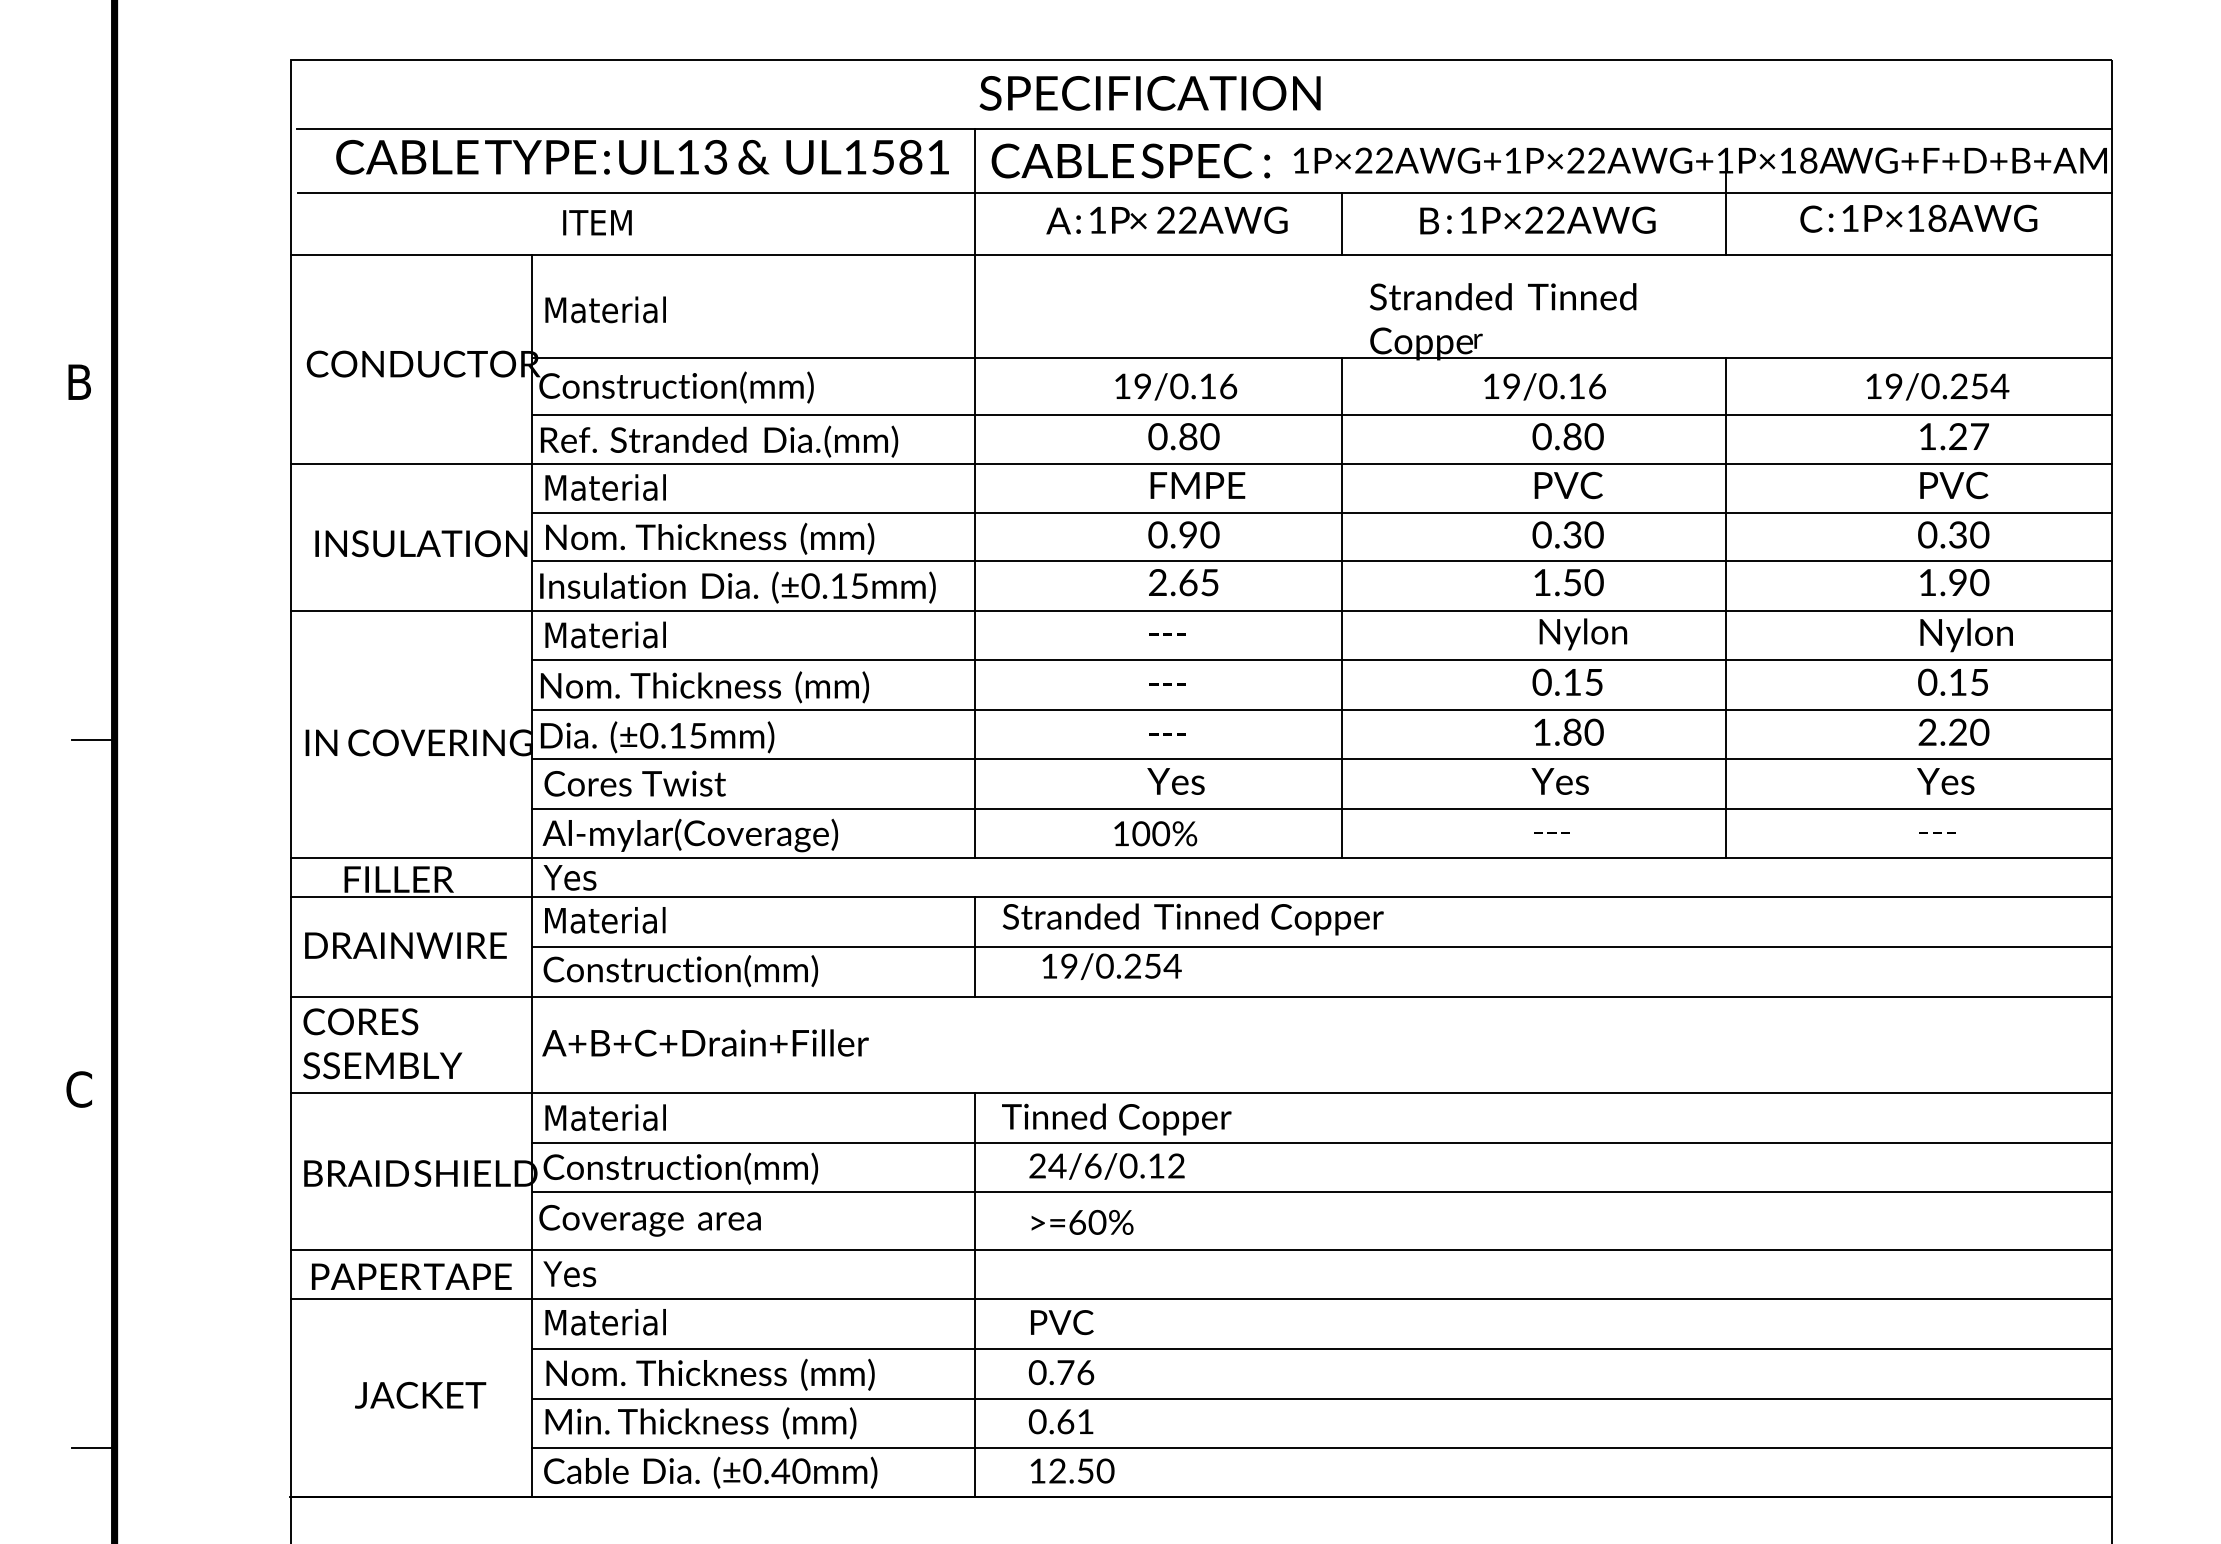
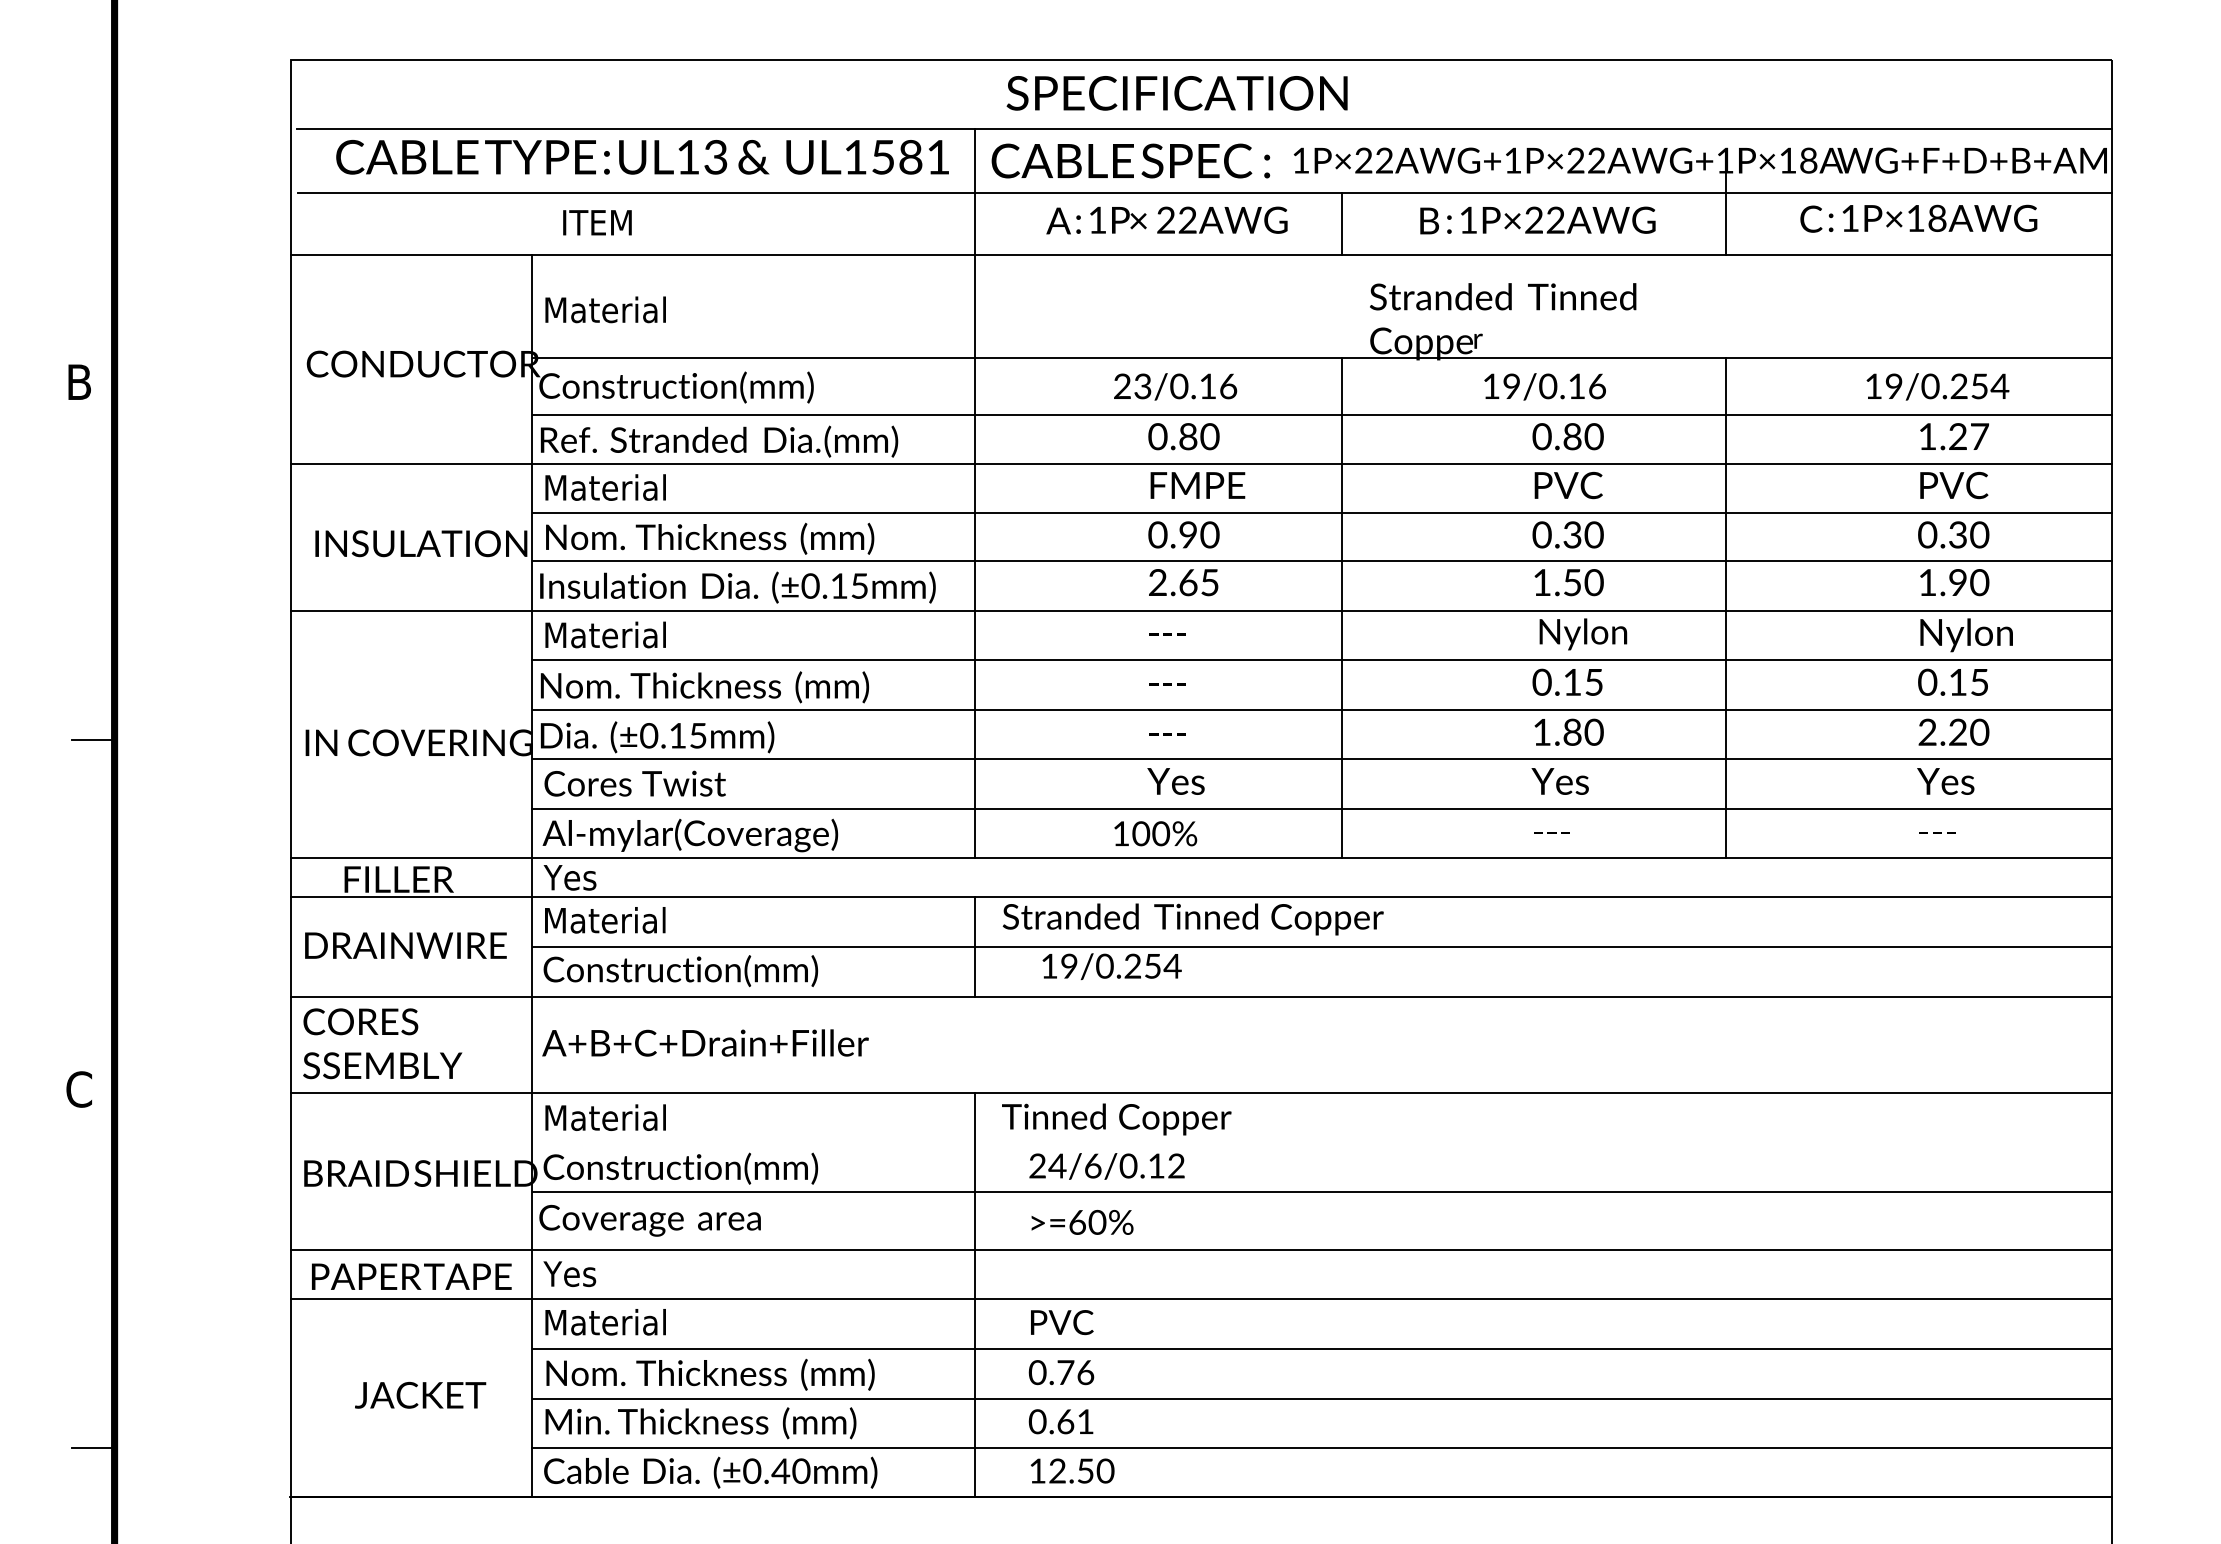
text at (1149, 93) position: (1149, 93) -> (1176, 93)
text at (1132, 386): 19/0.16 -> 23/0.16
line at (1321, 1143): present -> none
